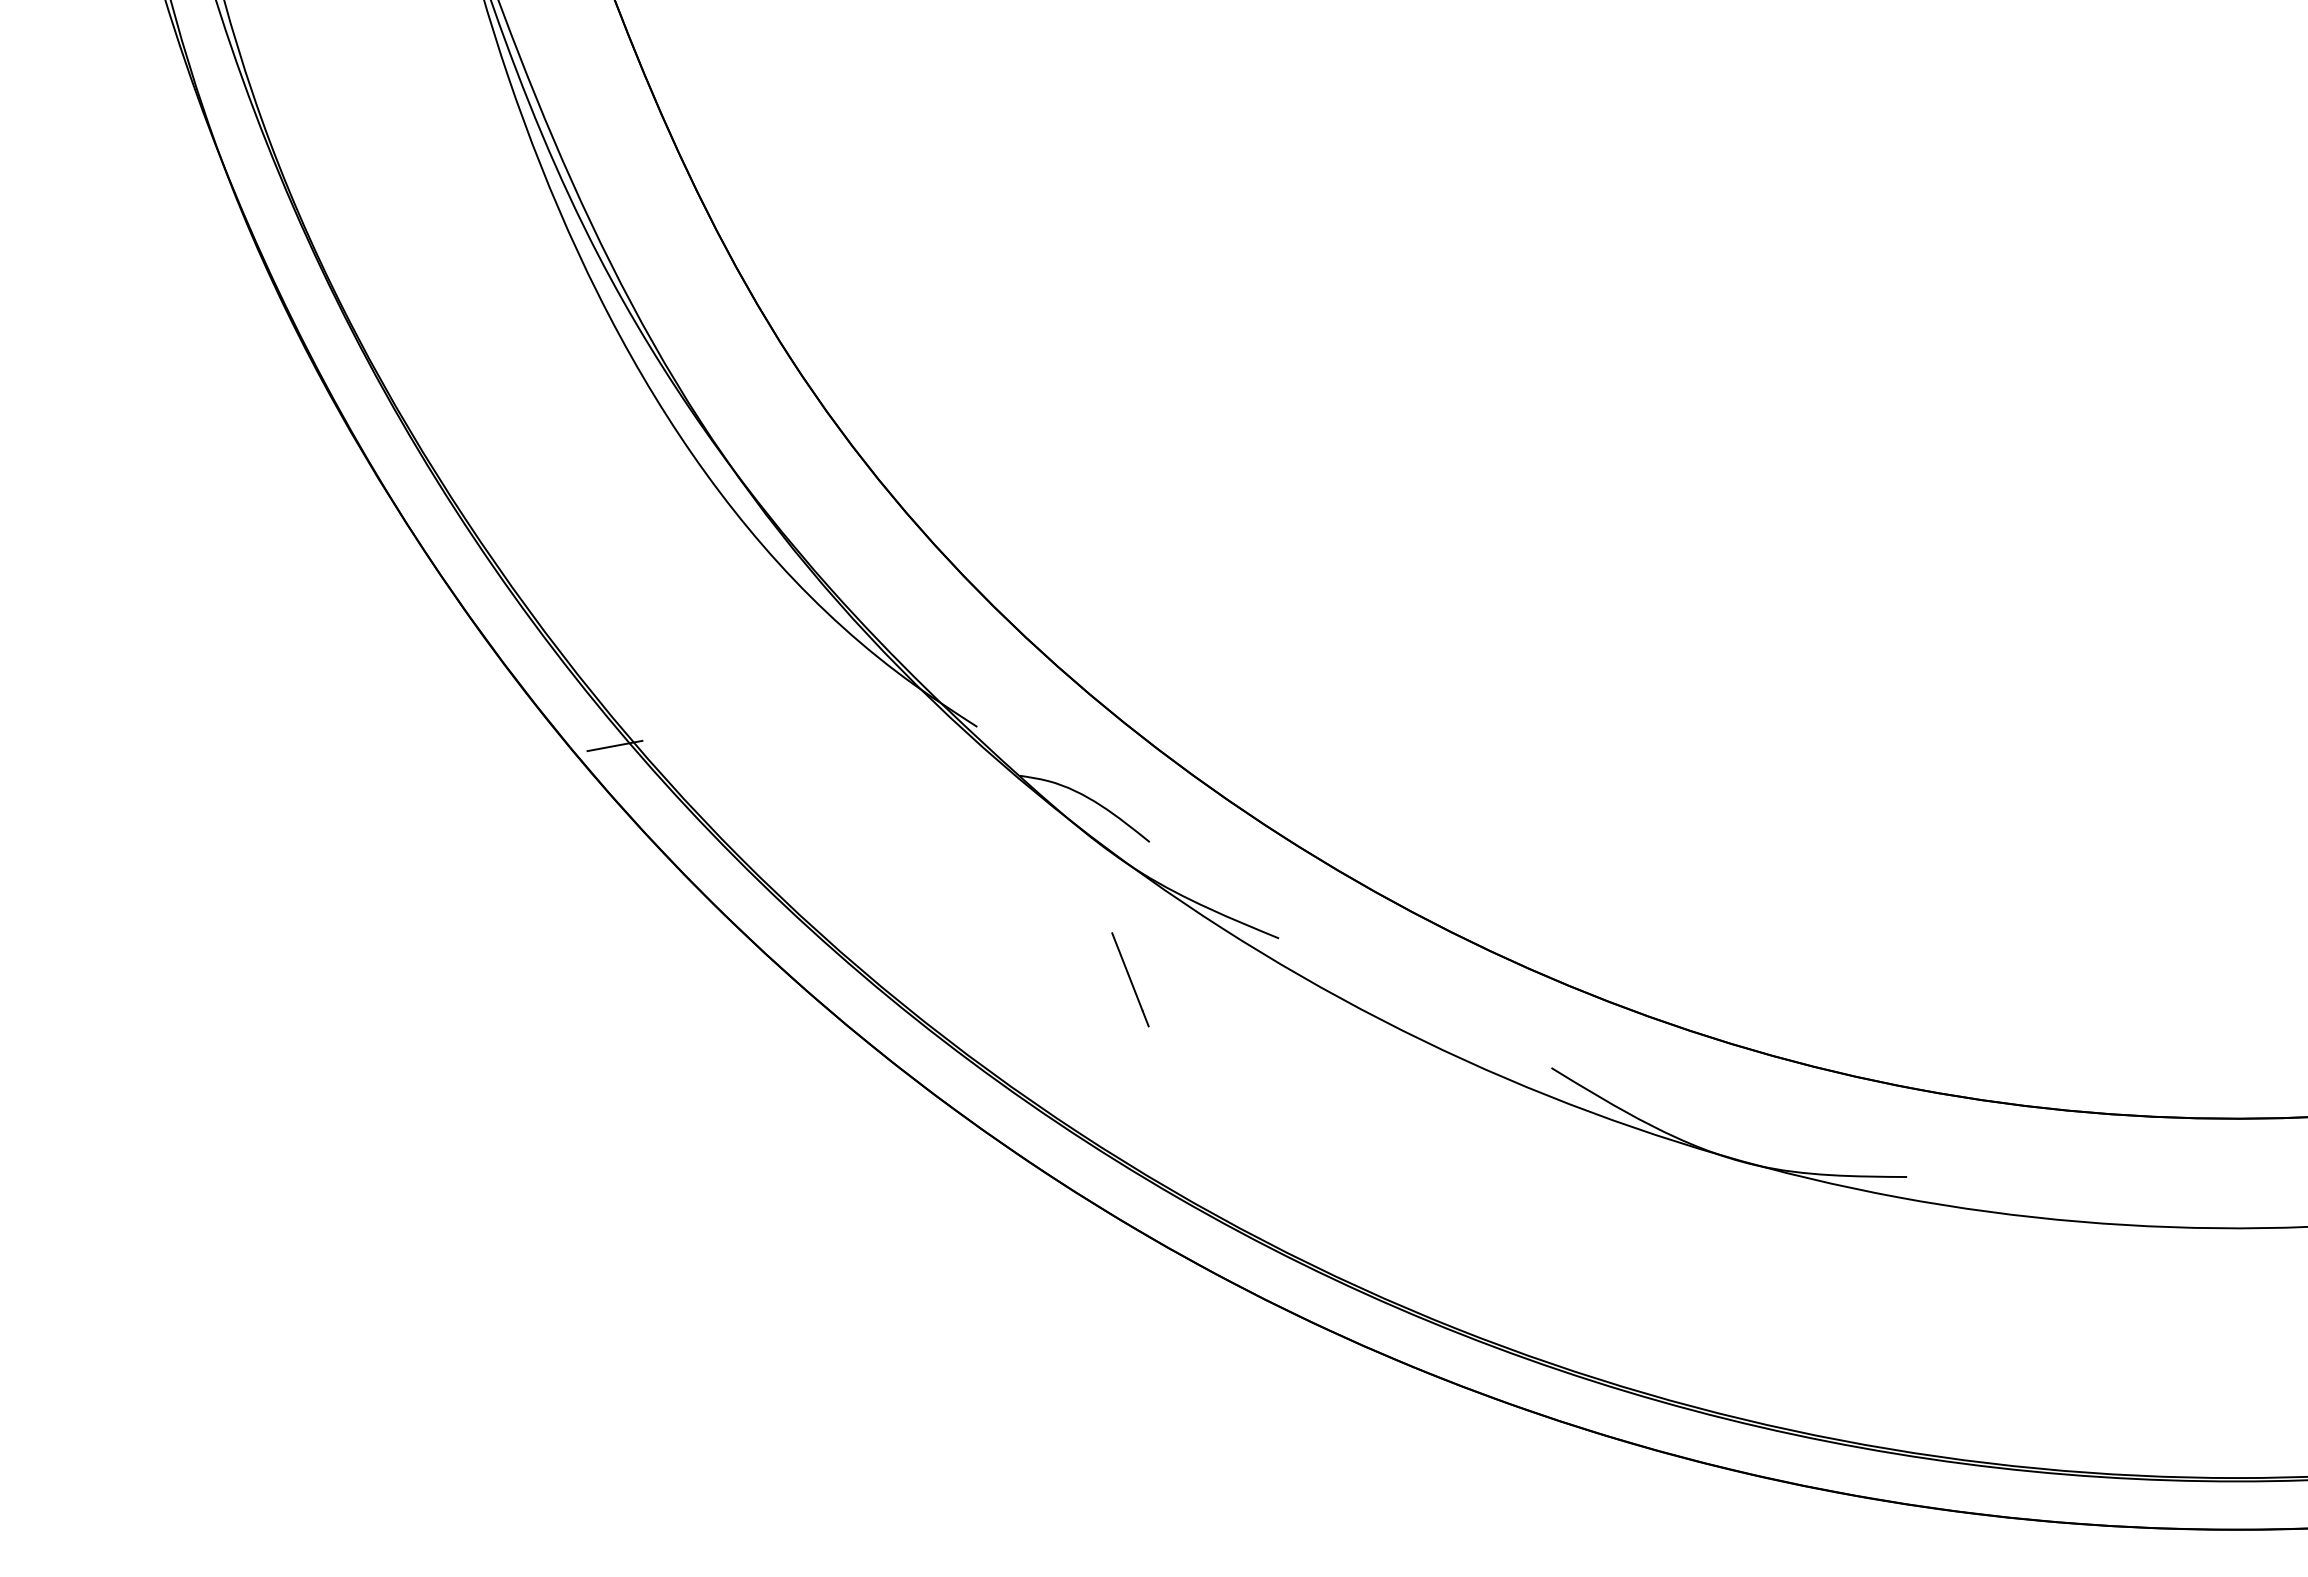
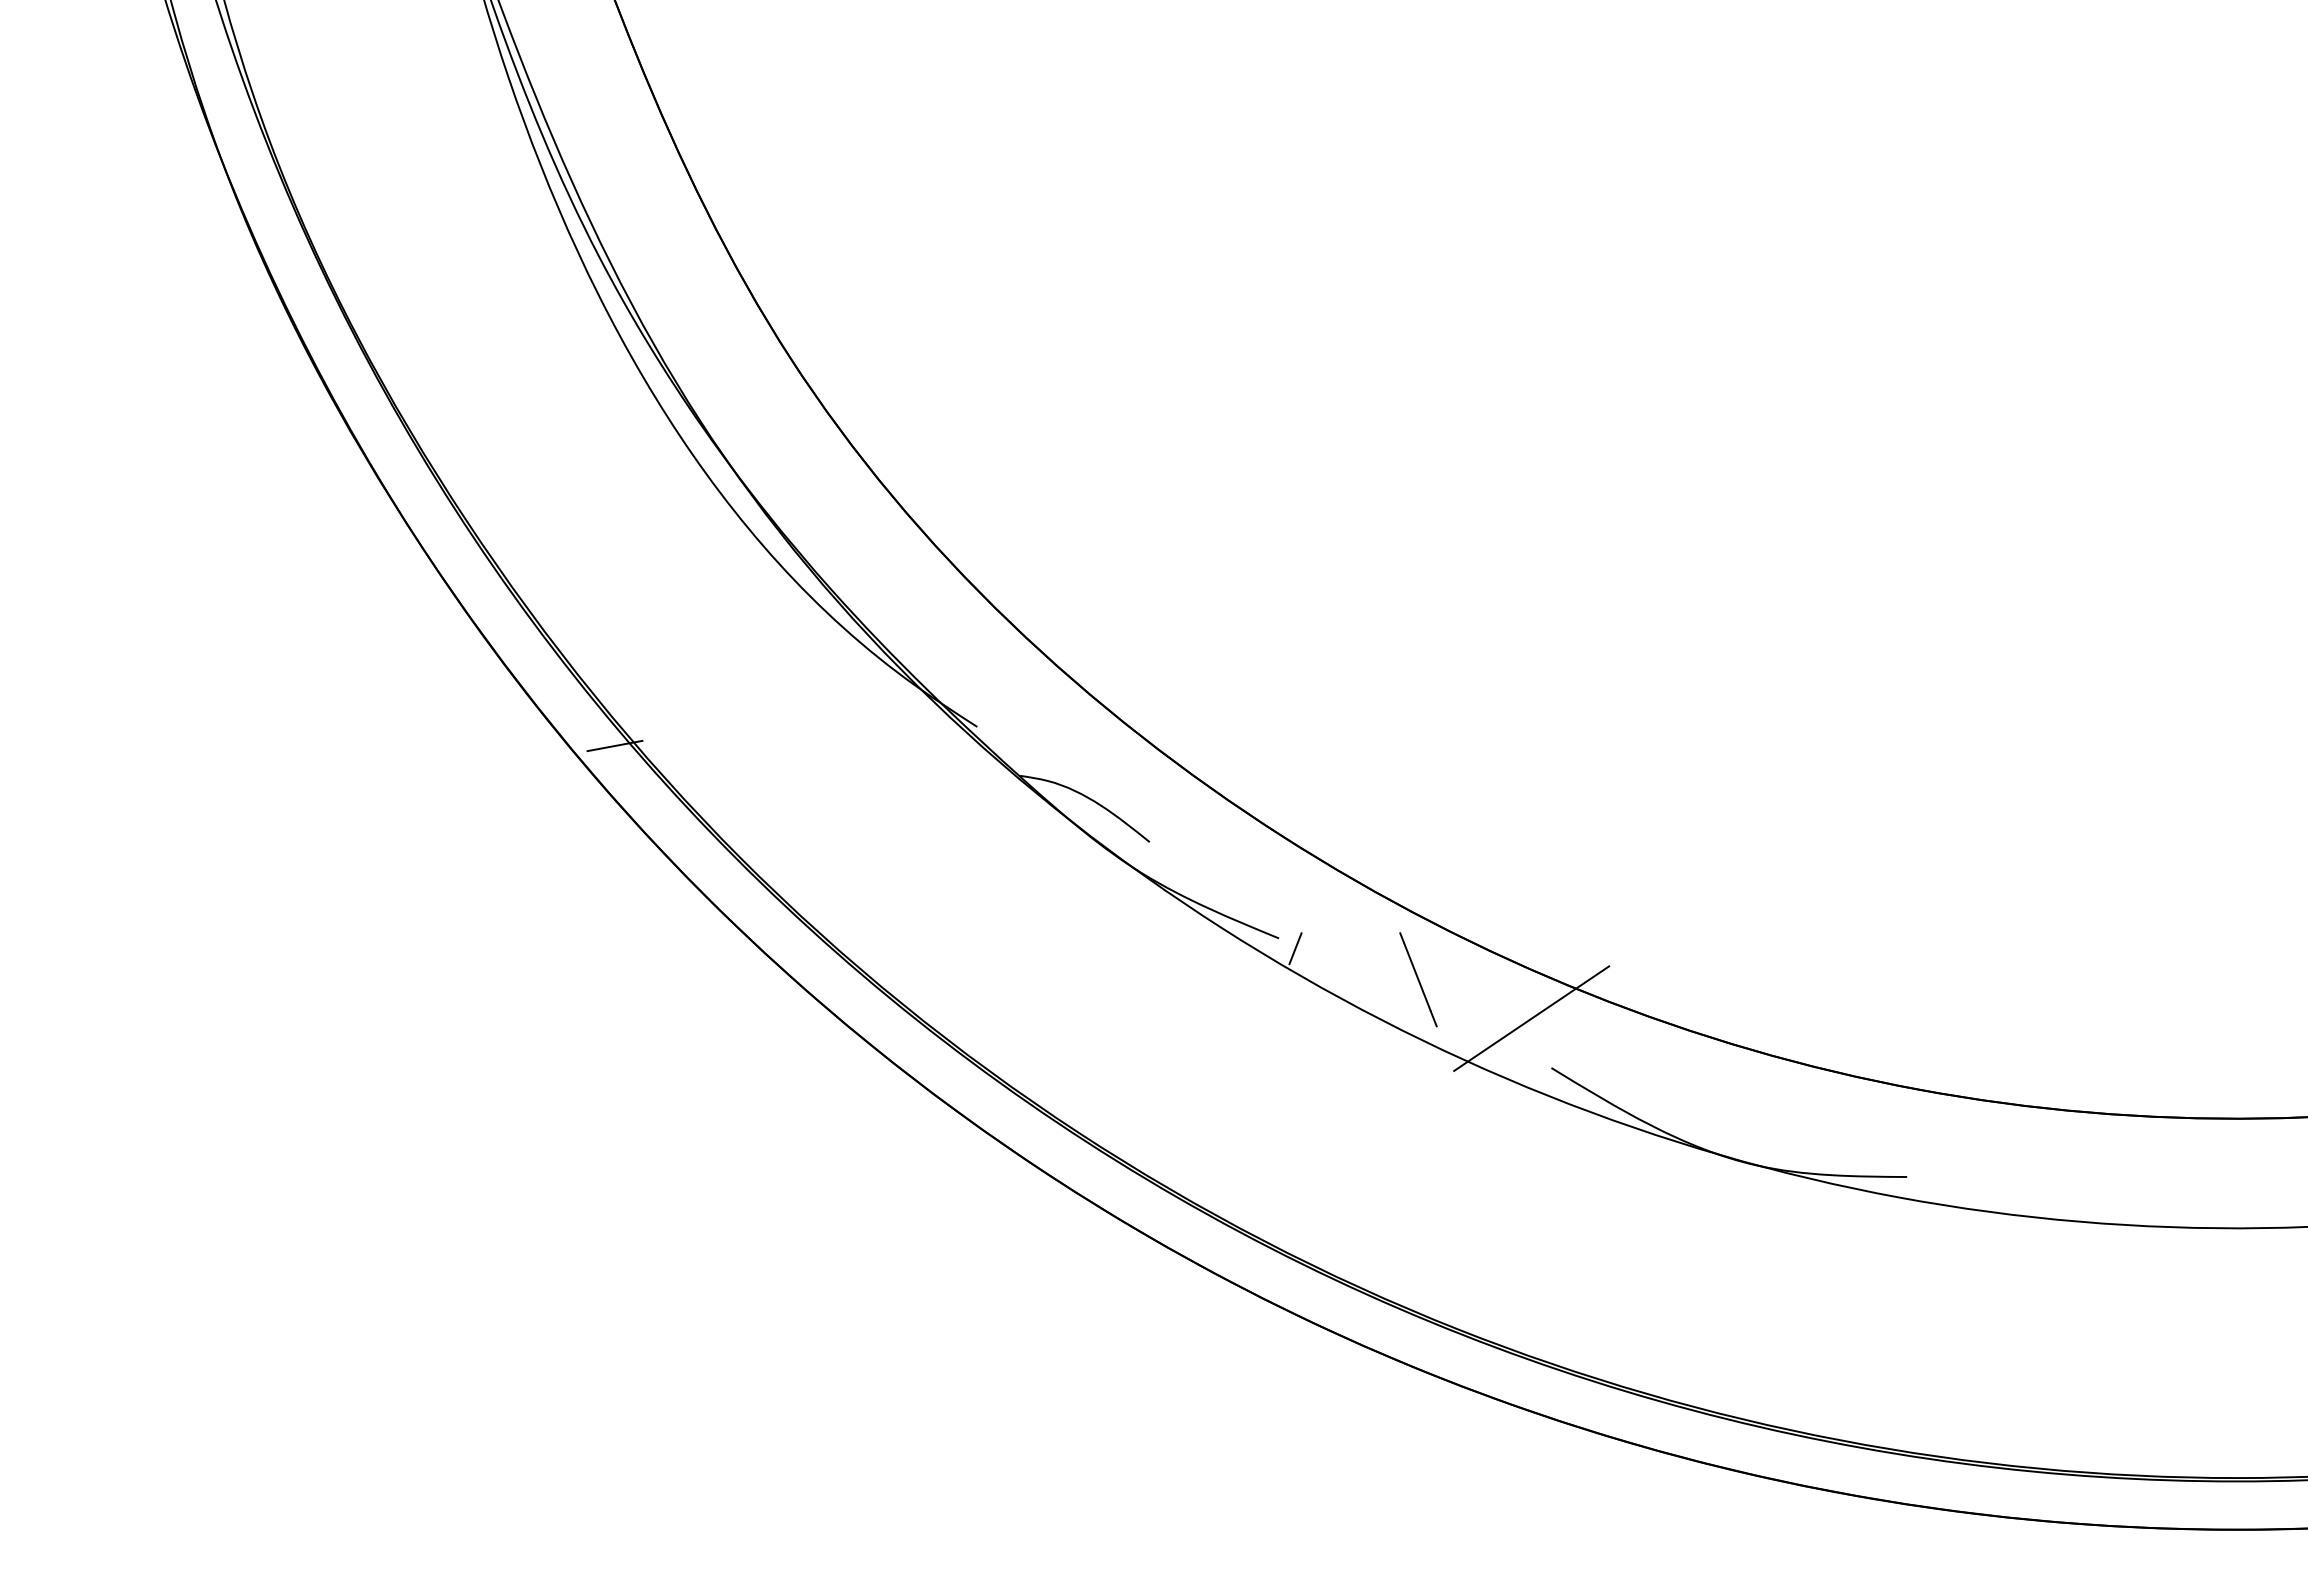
line at (1295, 948): none -> present
line at (1130, 979) position: (1130, 979) -> (1418, 979)
line at (1531, 1018): none -> present
